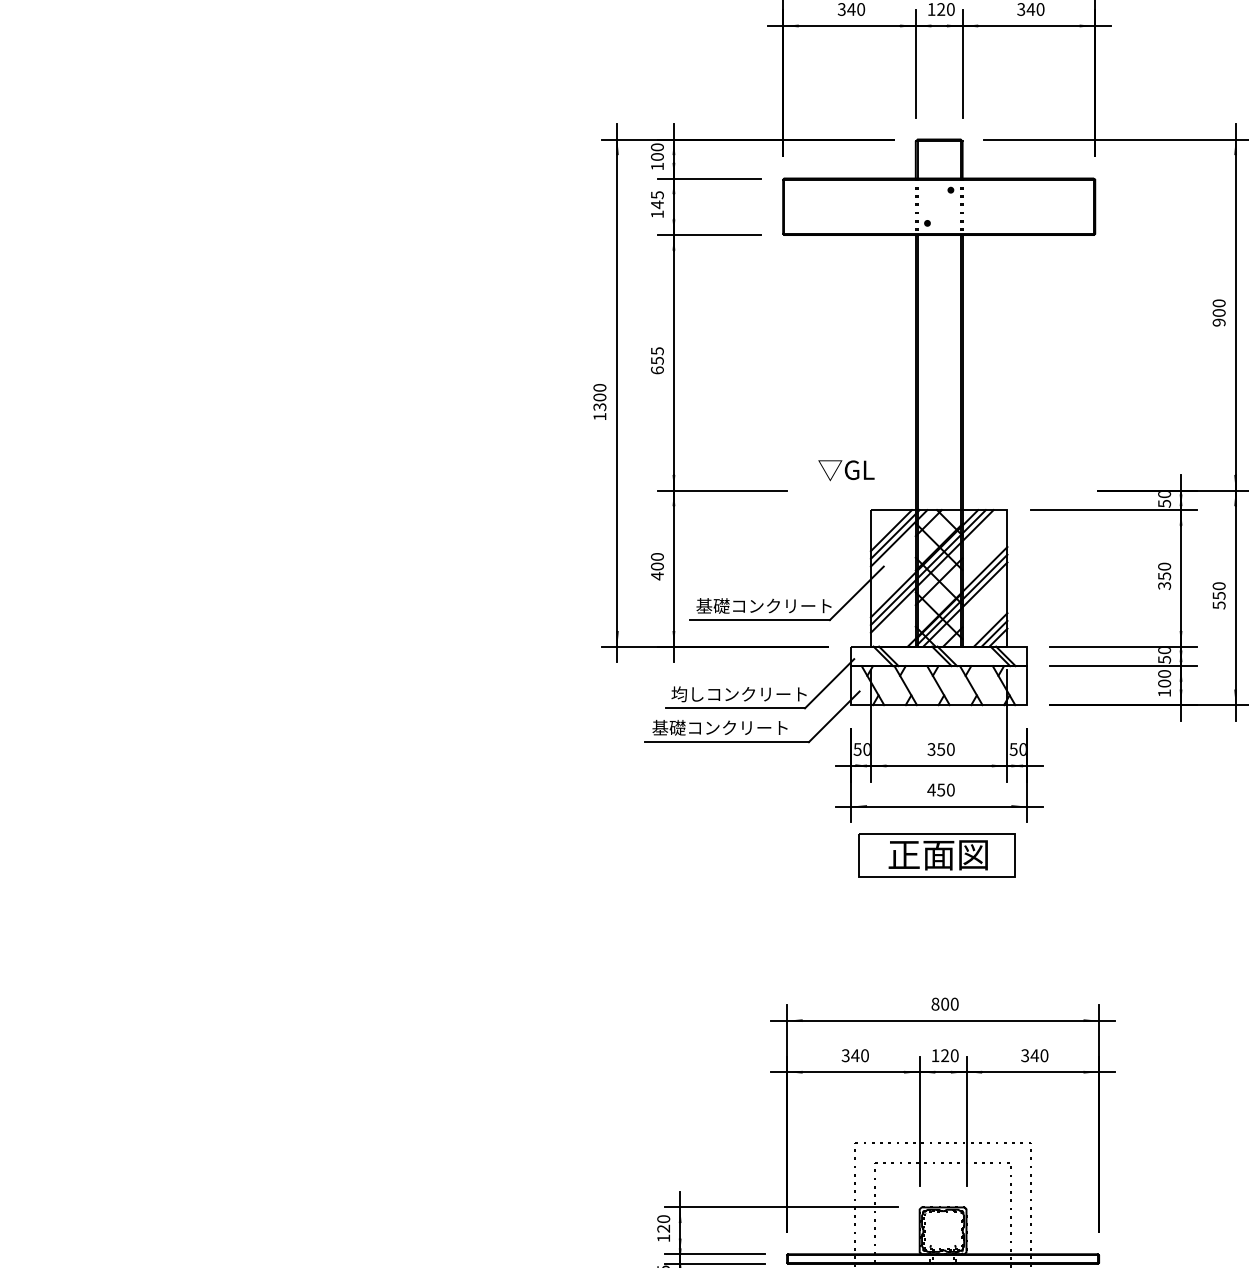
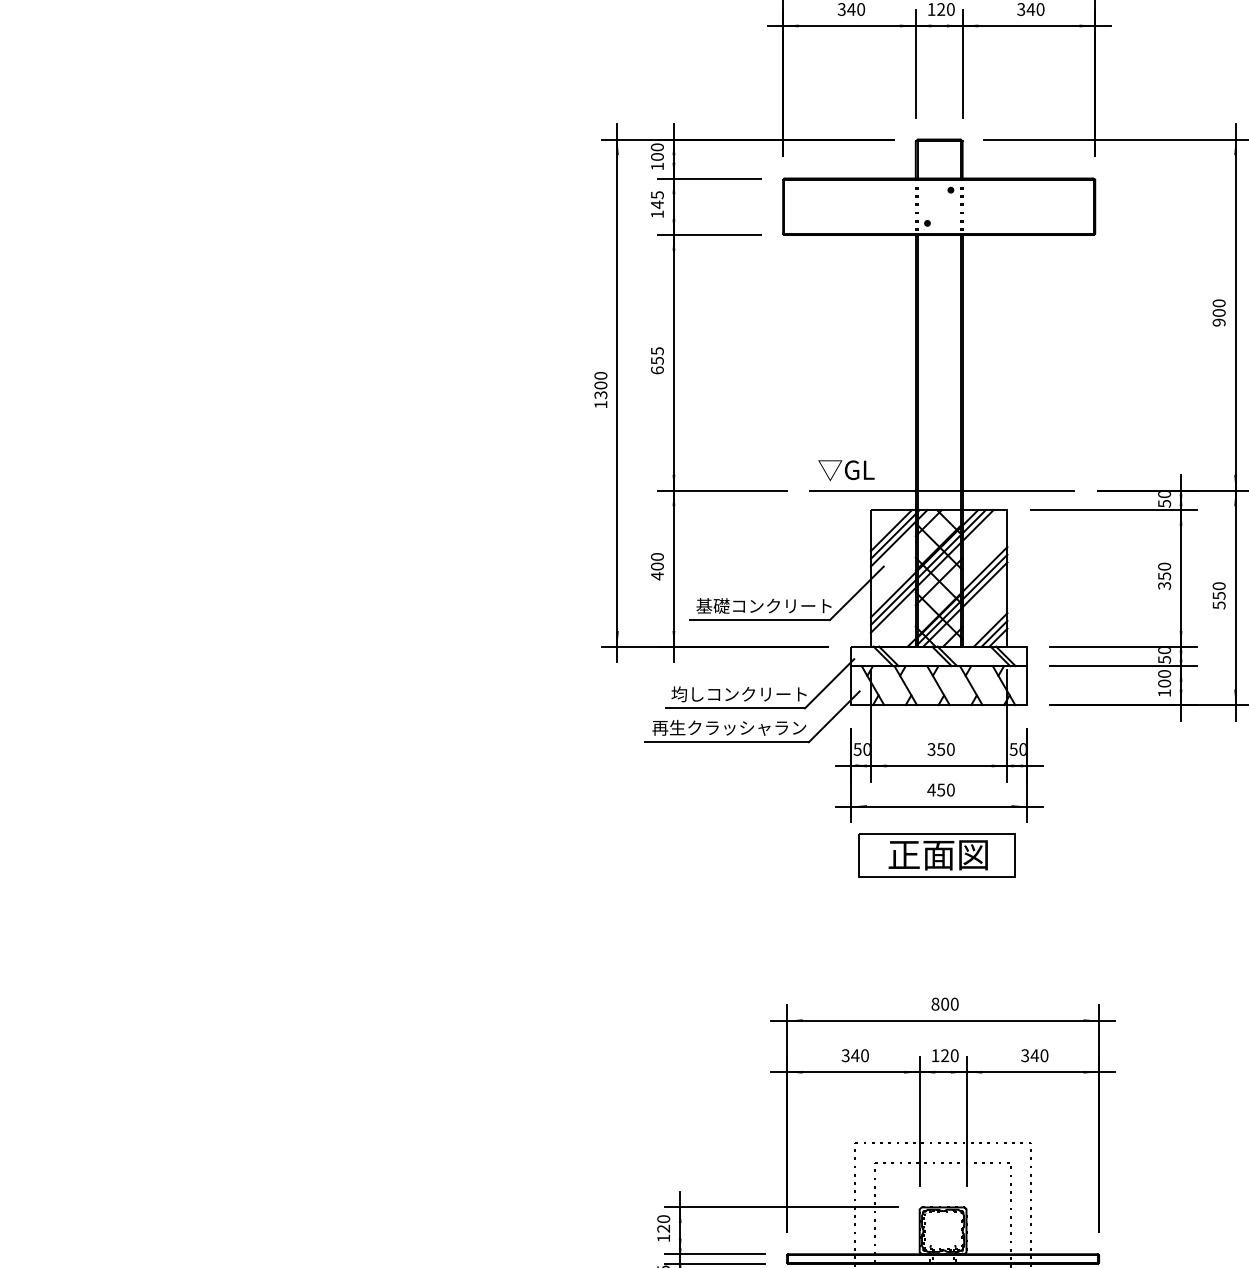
text at (599, 401) position: (599, 401) -> (600, 389)
line at (942, 490): none -> present
text at (729, 727): 基礎コンクリート -> 再生クラッシャラン
